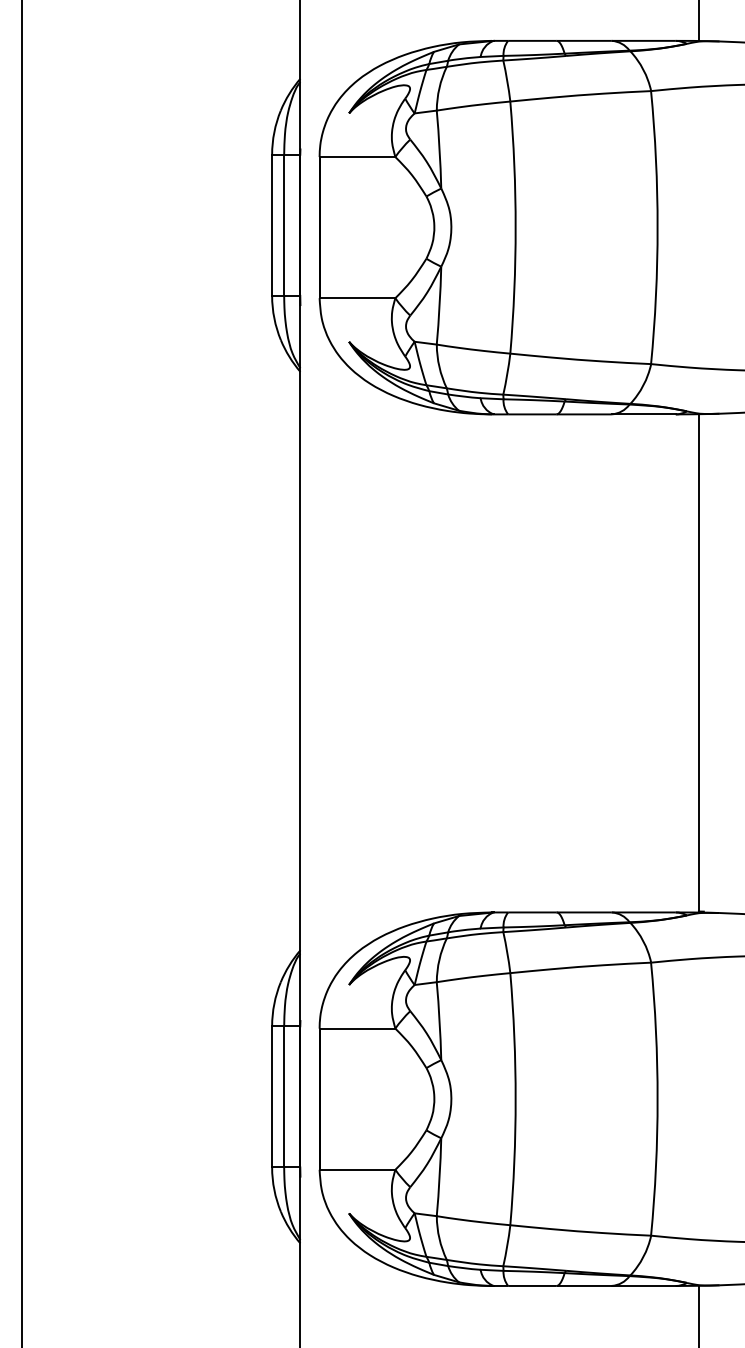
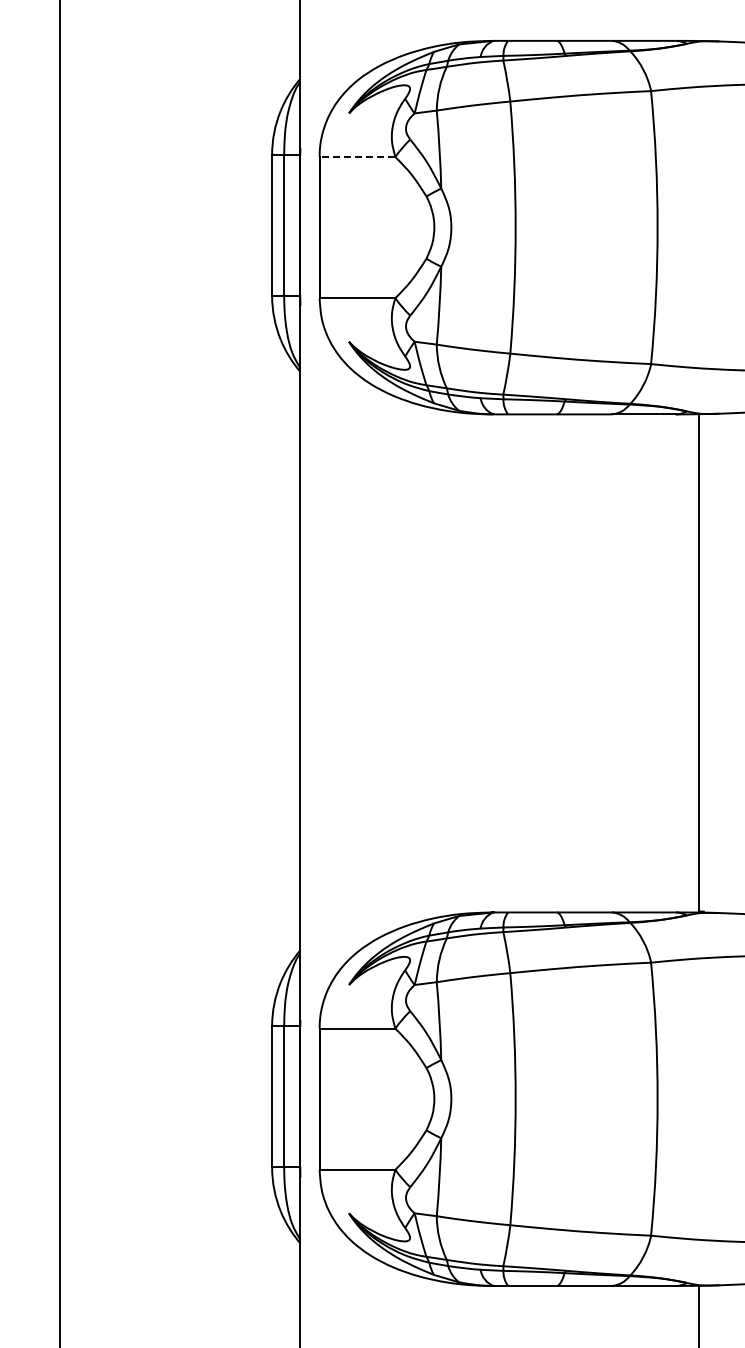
line at (698, 21): present -> none
line at (357, 157): solid -> dashed
line at (22, 673) position: (22, 673) -> (60, 673)
